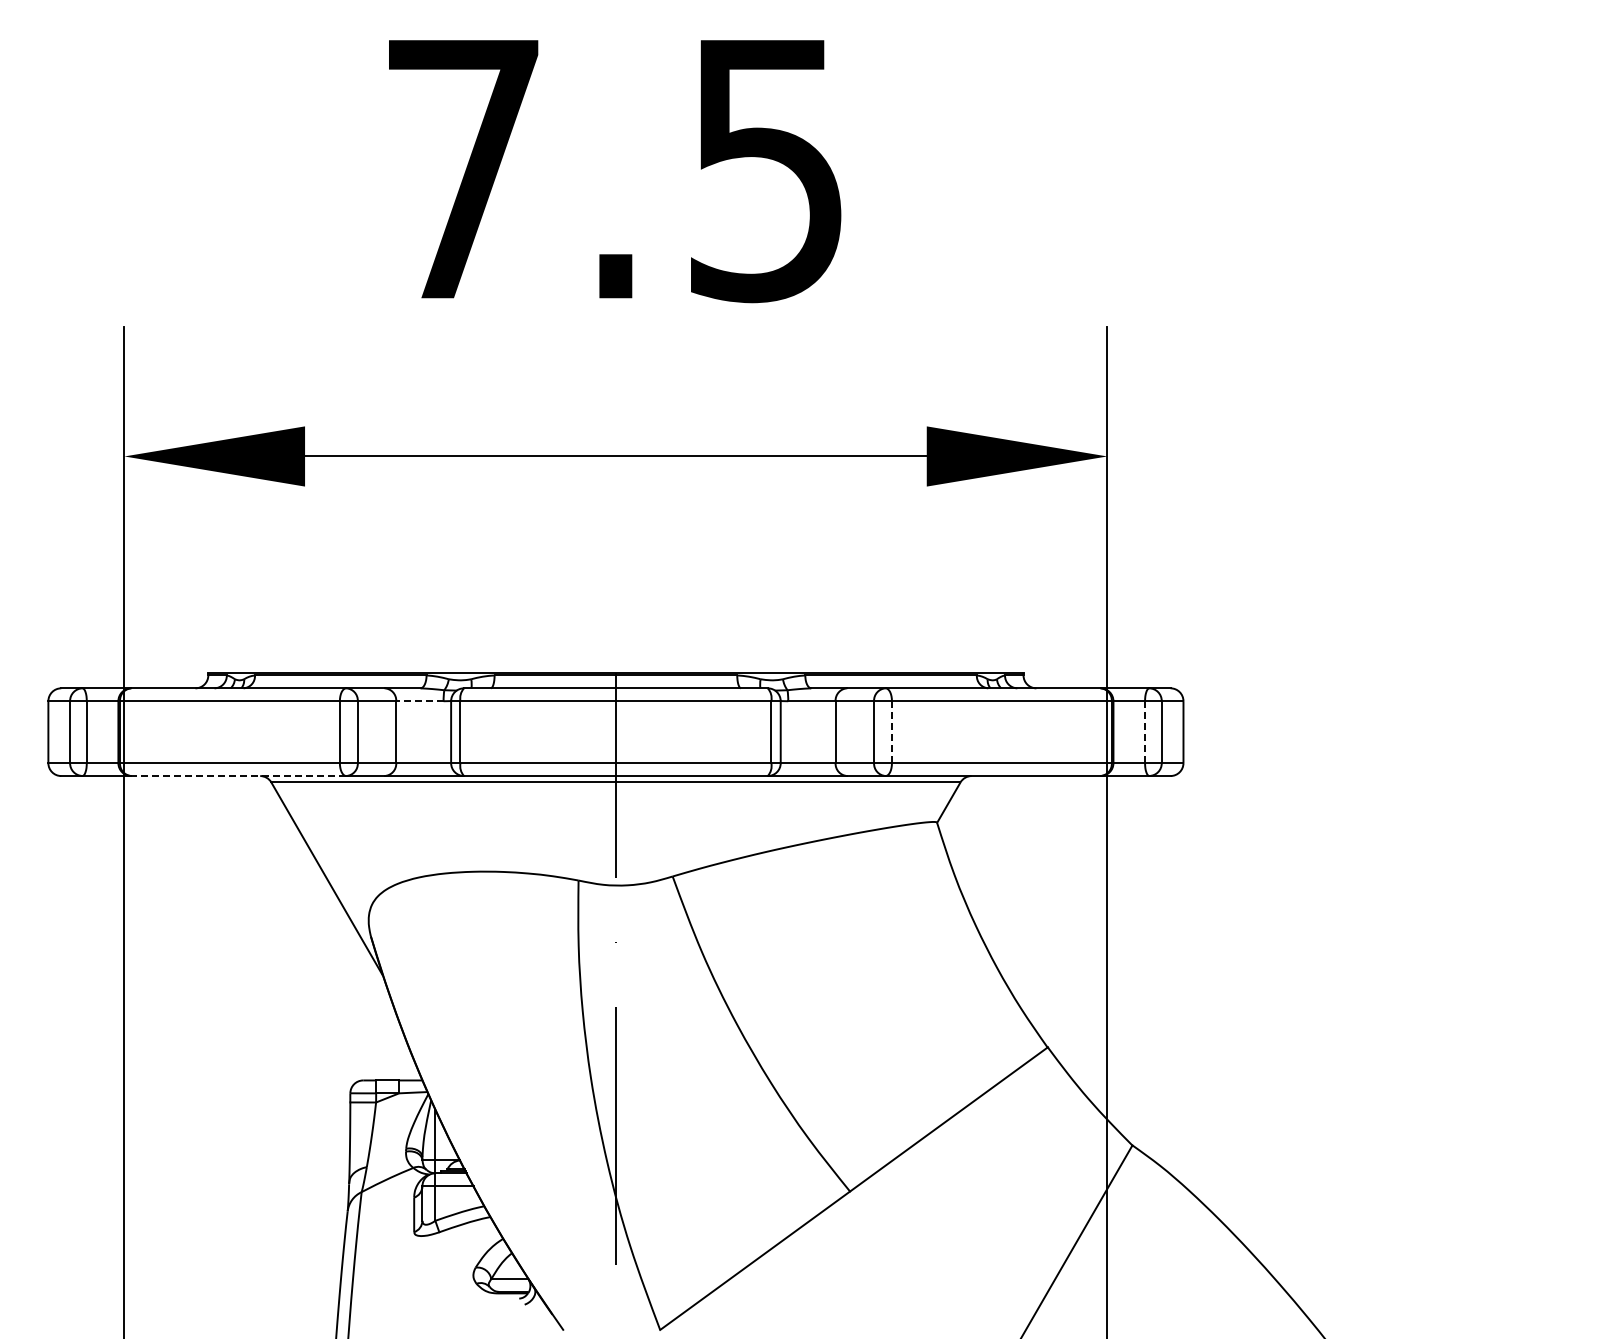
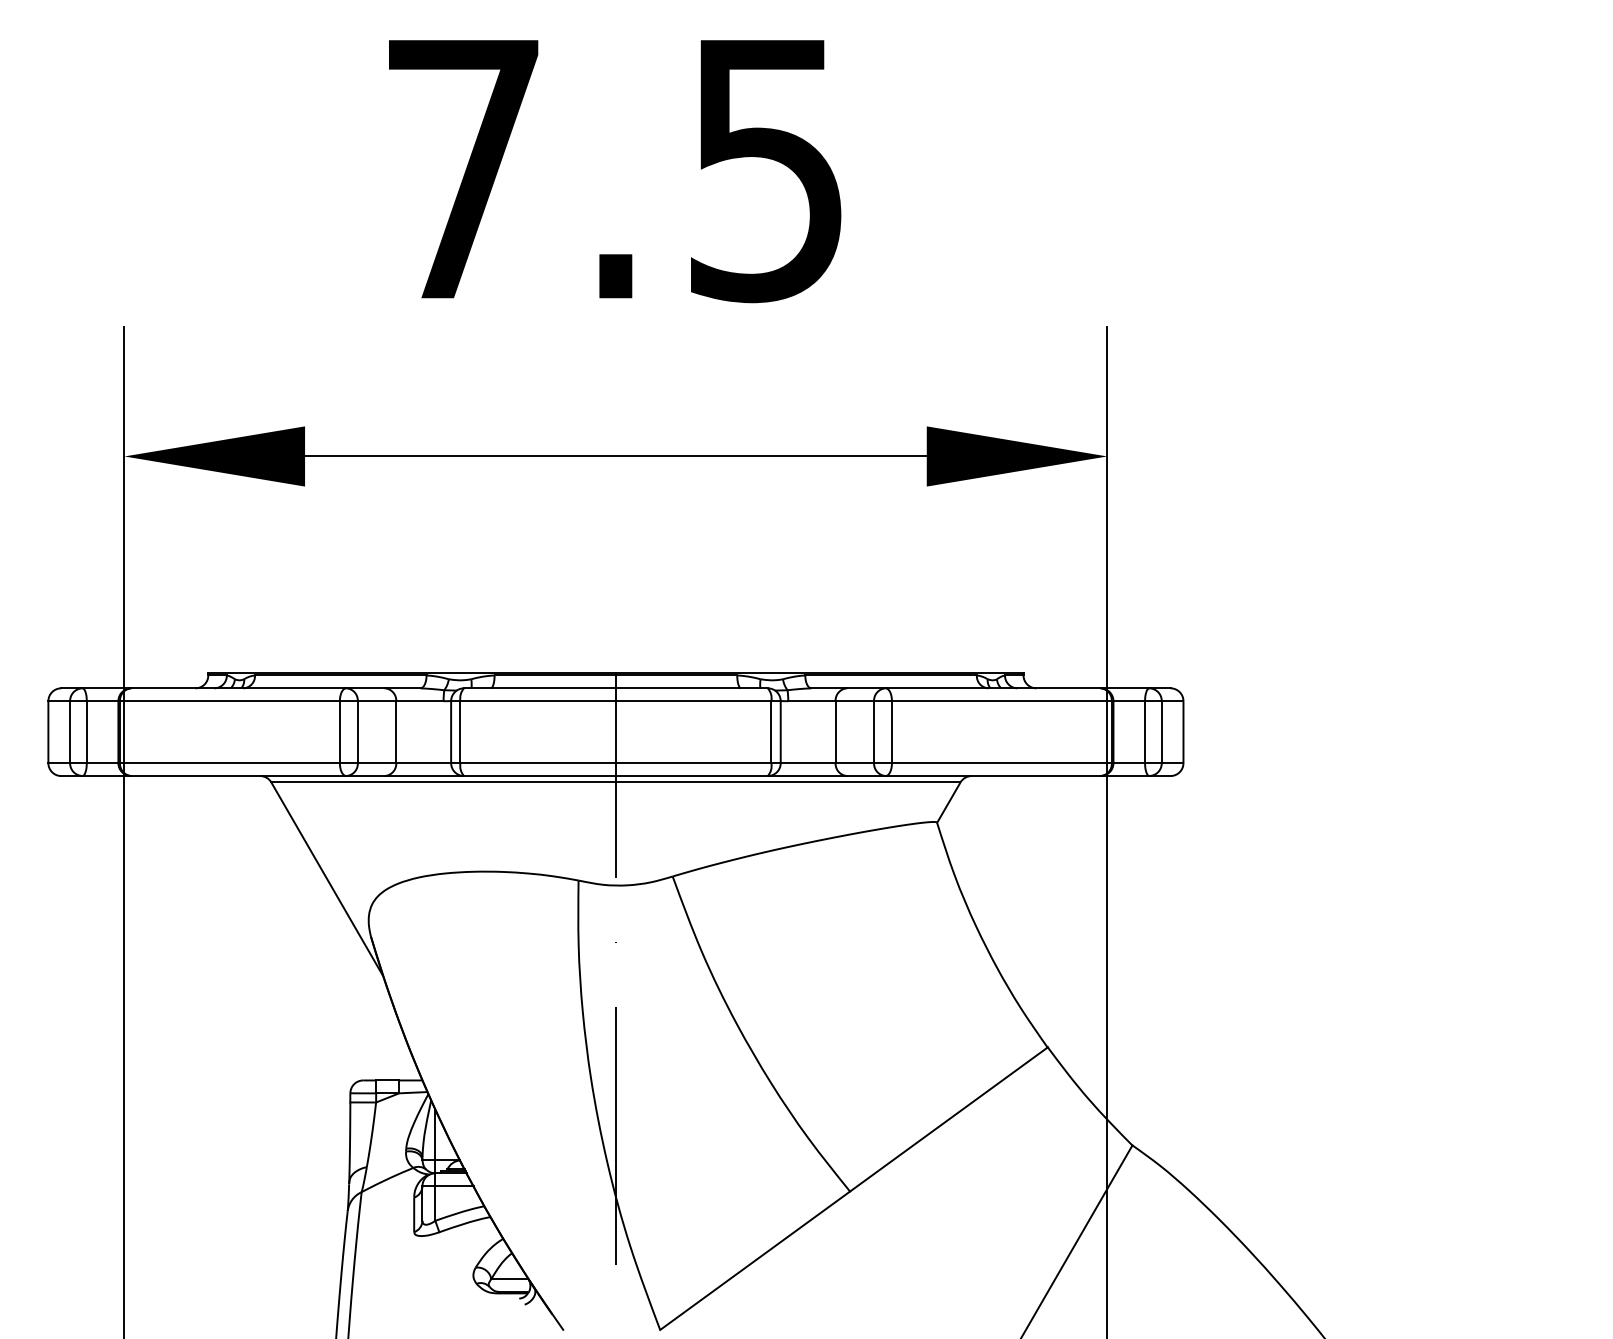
line at (419, 701): dashed -> solid
line at (891, 732): dashed -> solid
line at (1145, 732): dashed -> solid
line at (238, 776): dashed -> solid
